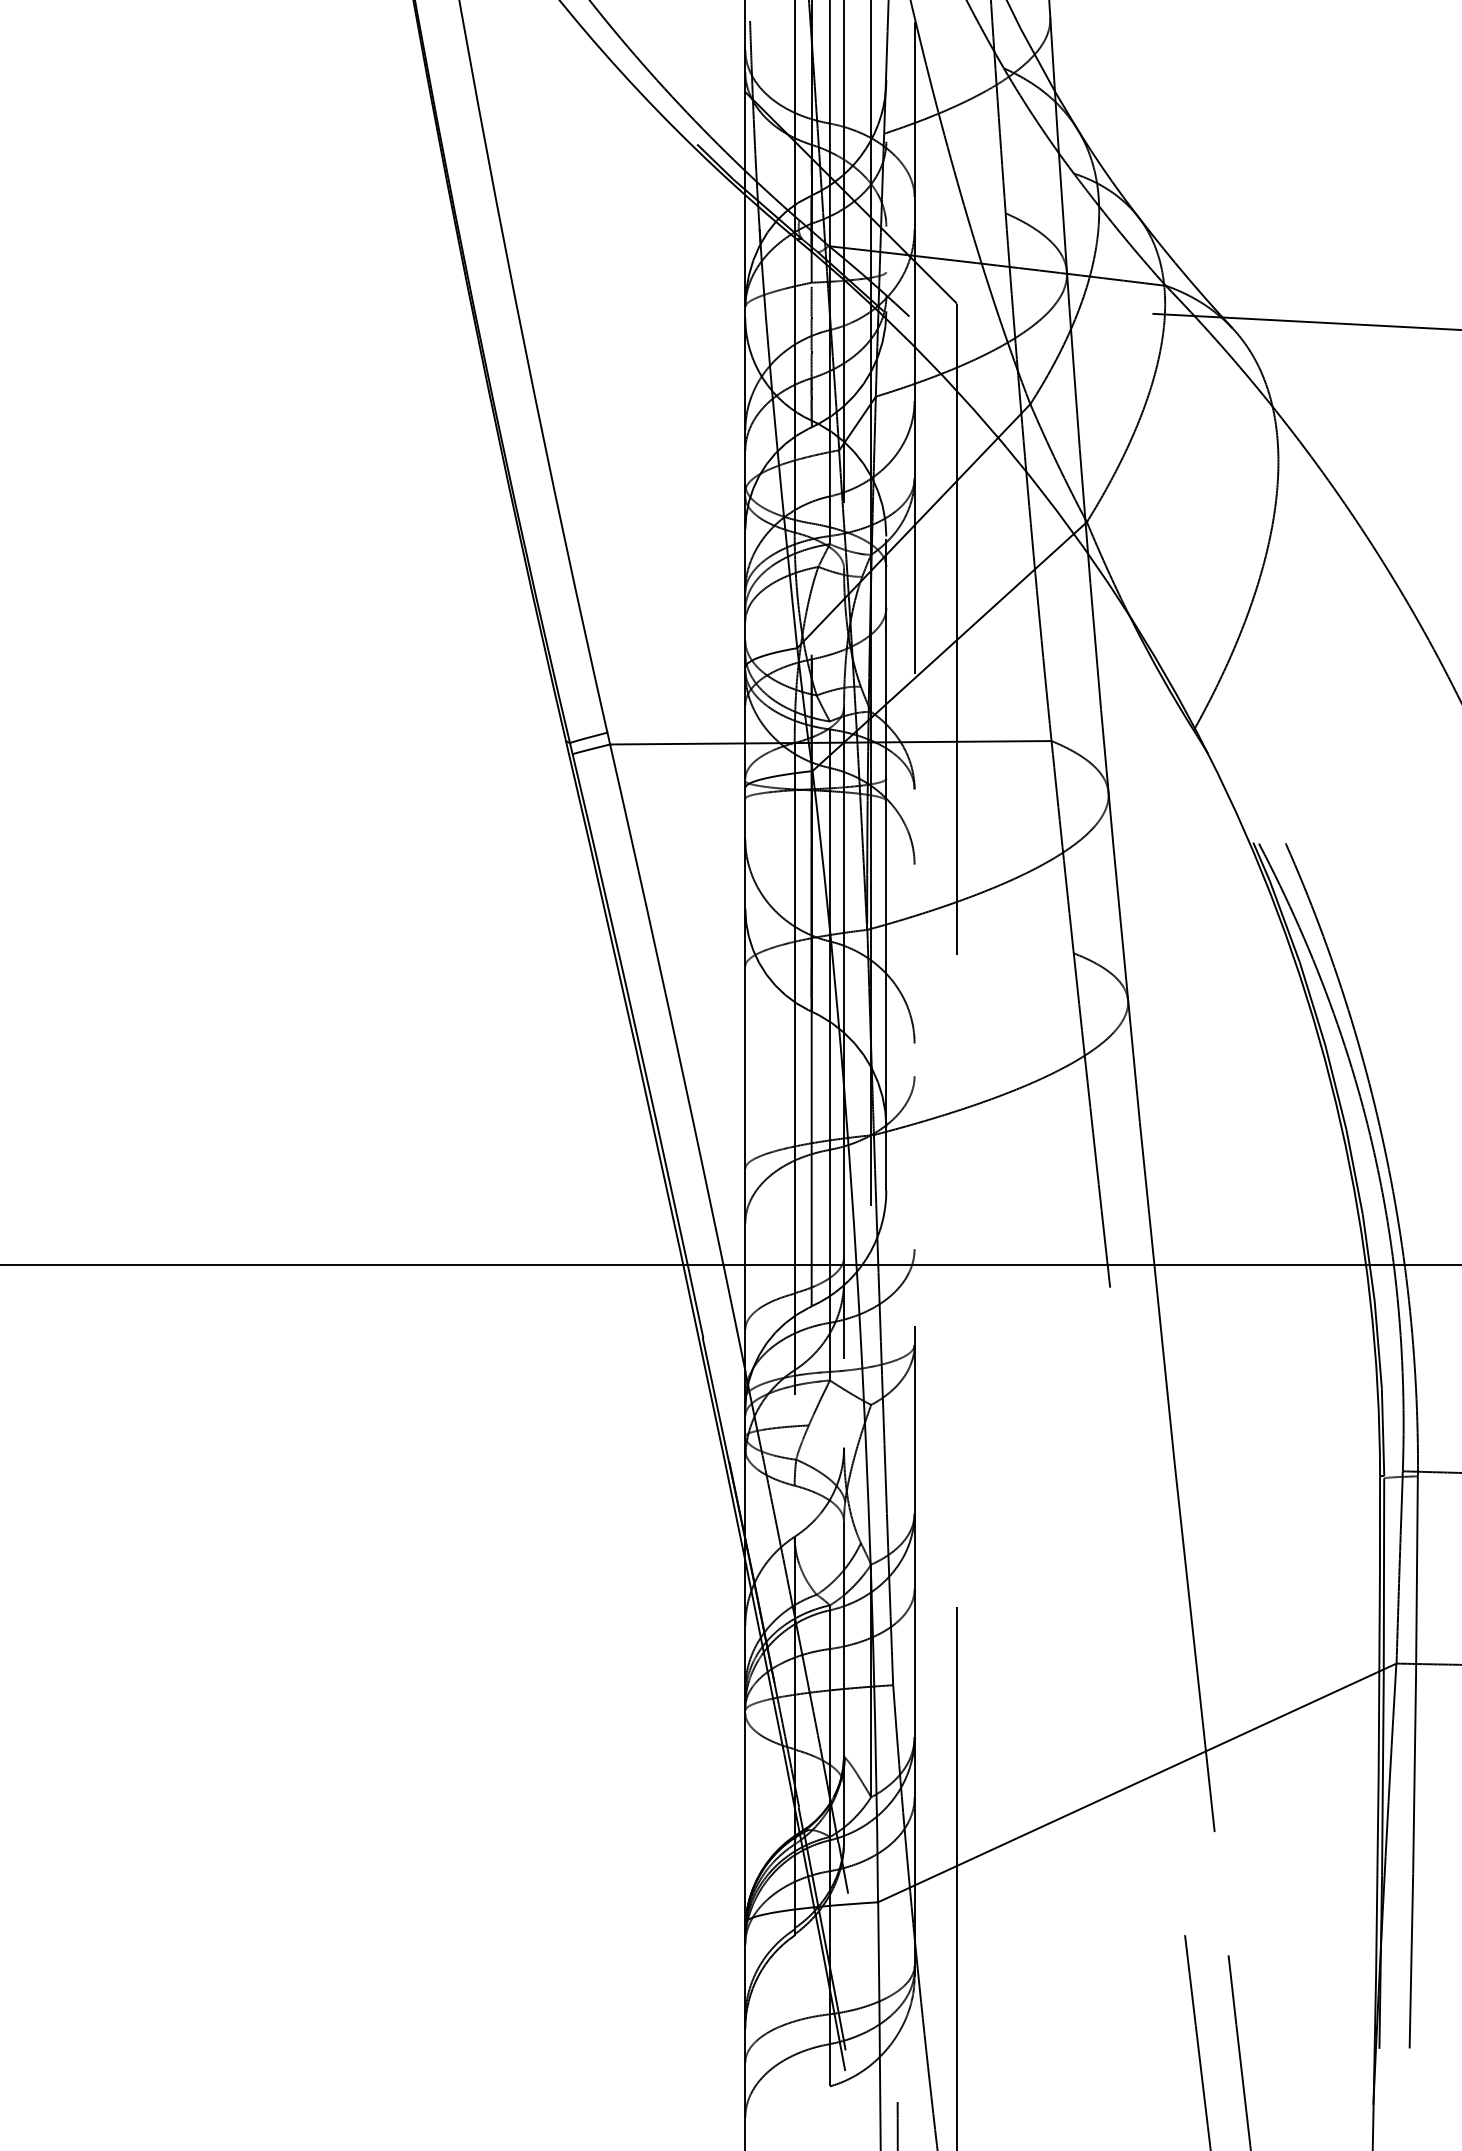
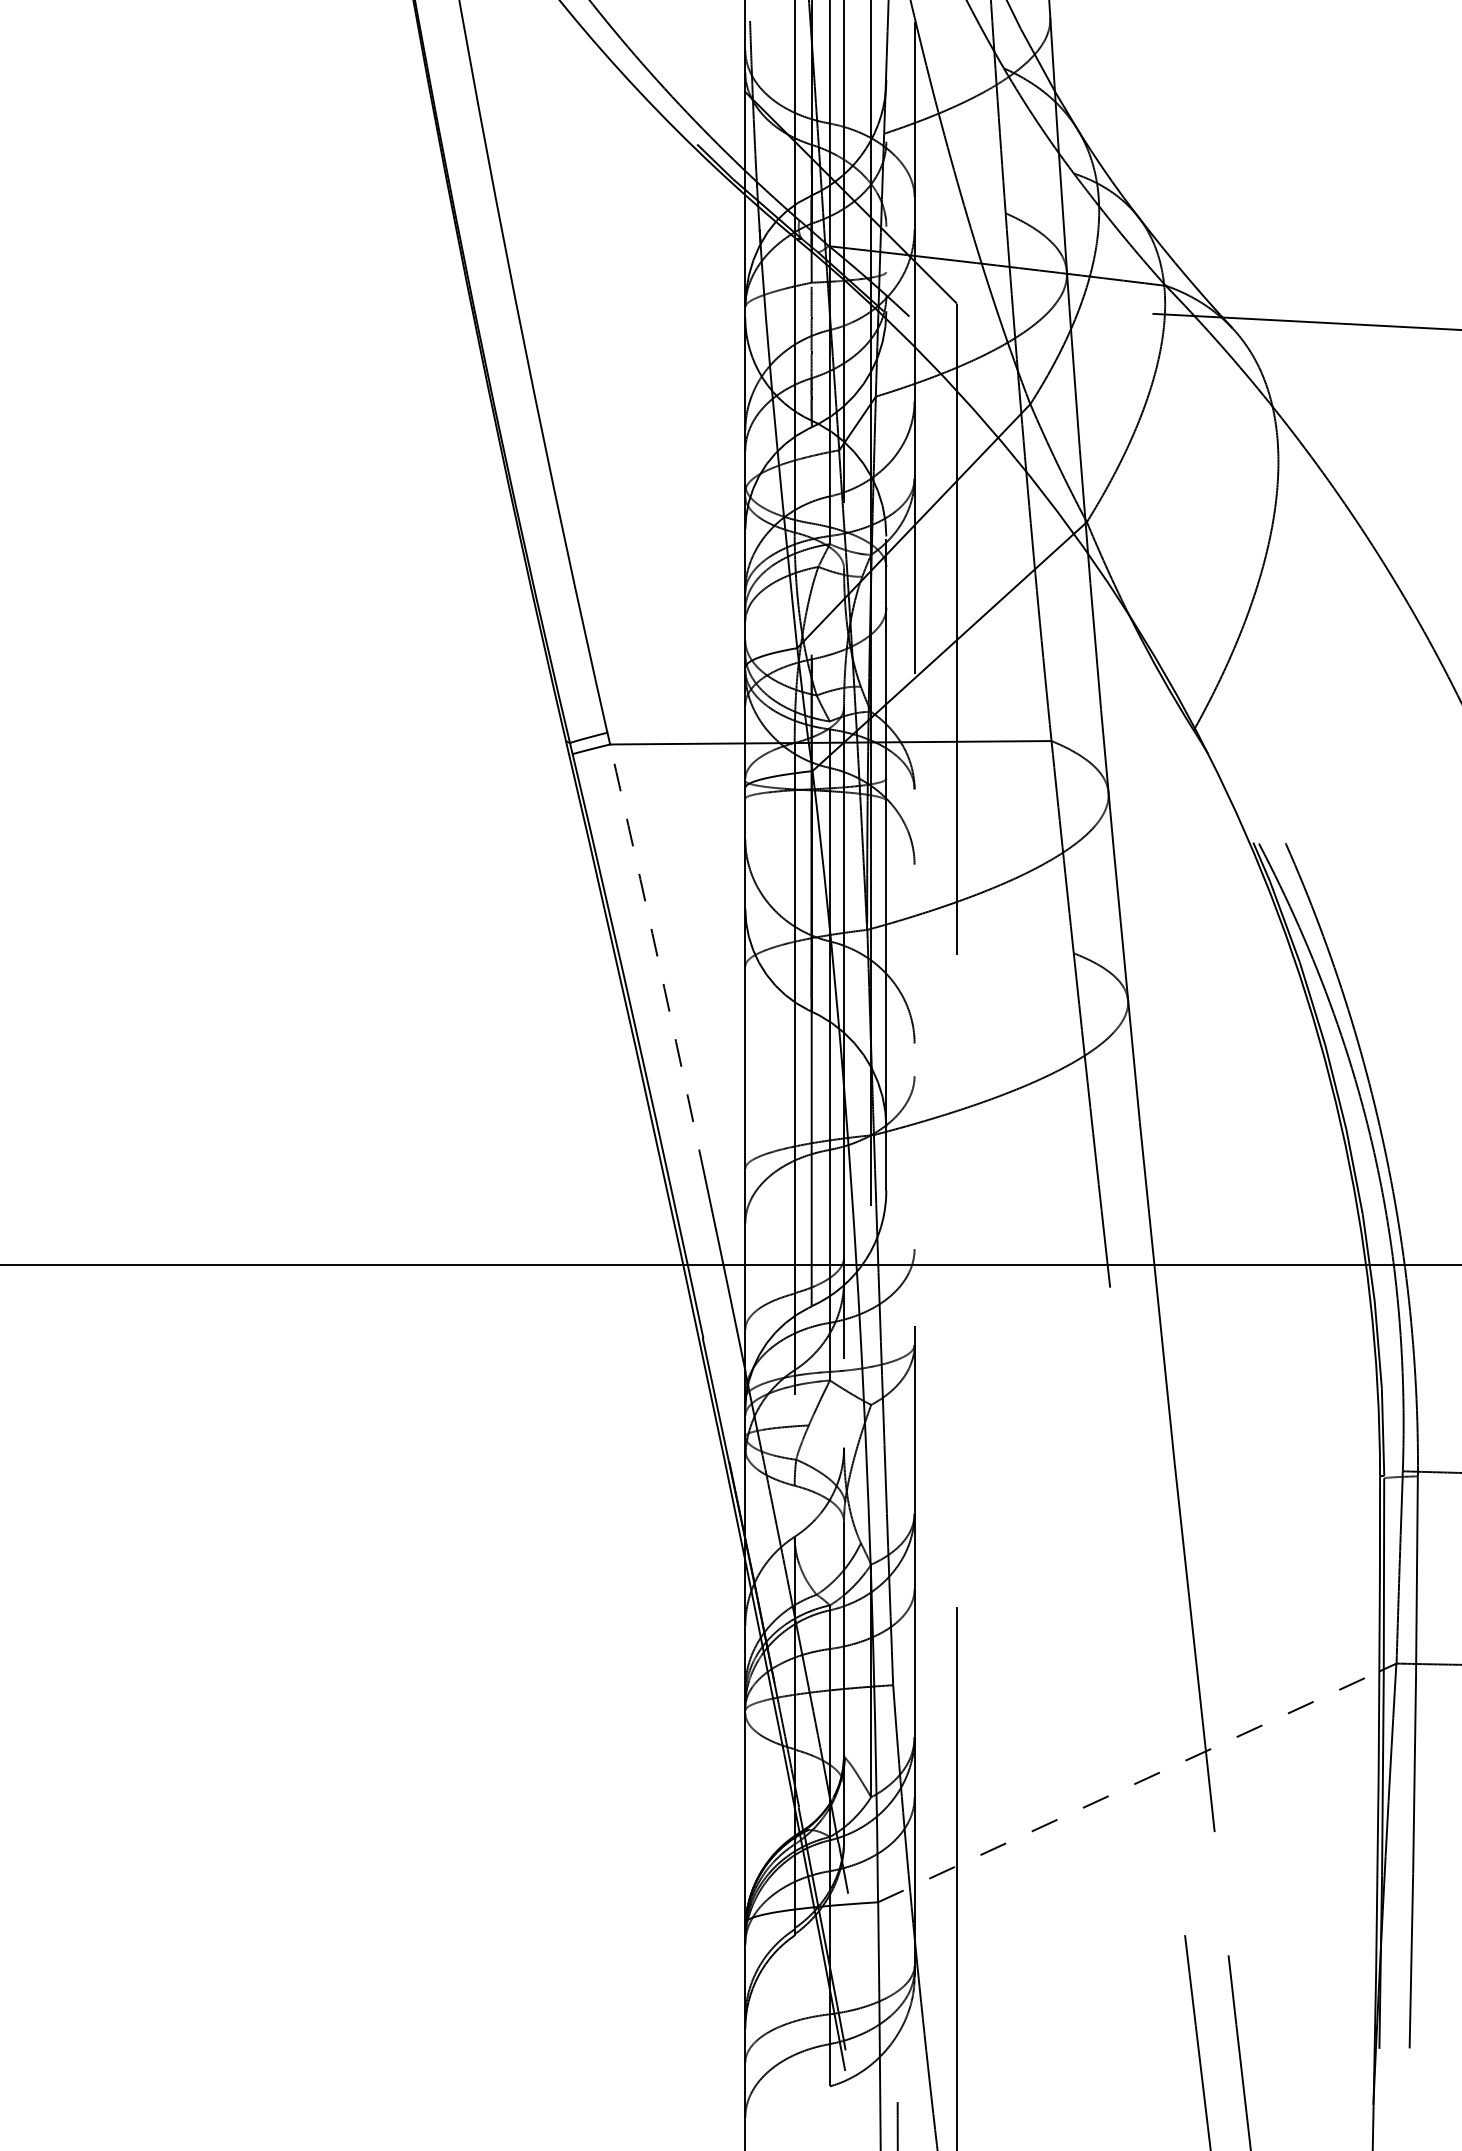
arc at (658, 960): solid -> dashed
line at (1128, 1787): solid -> dashed
